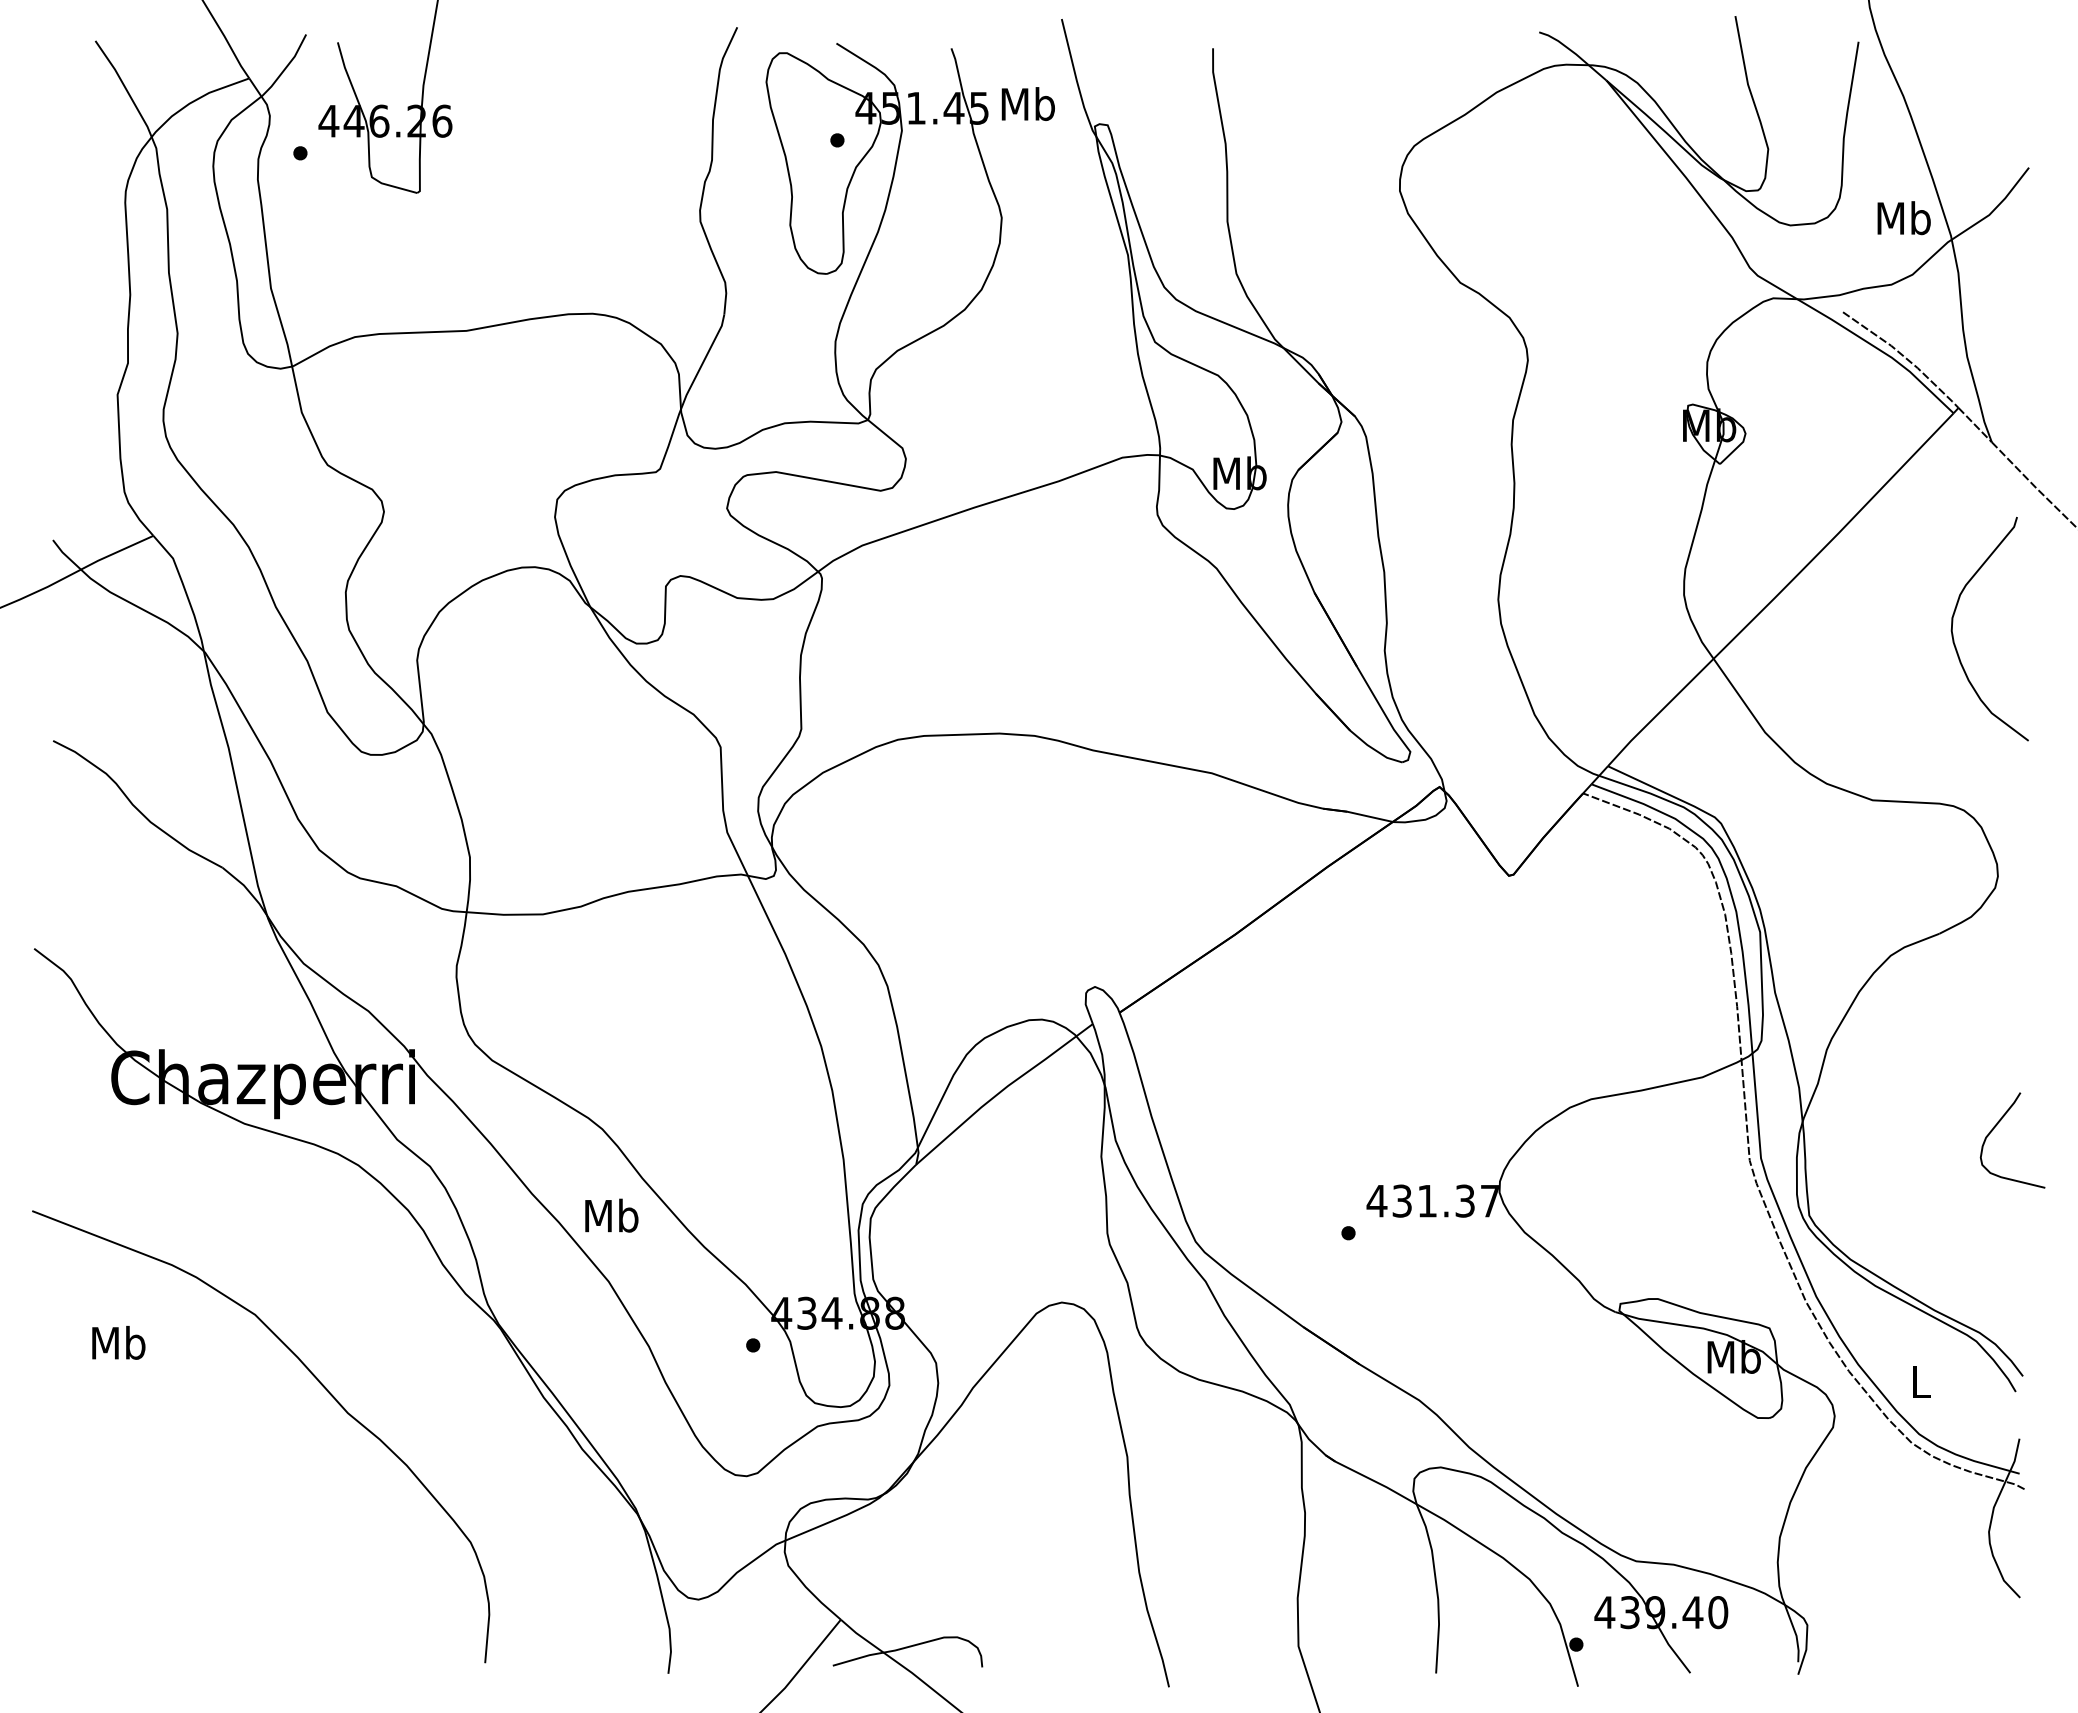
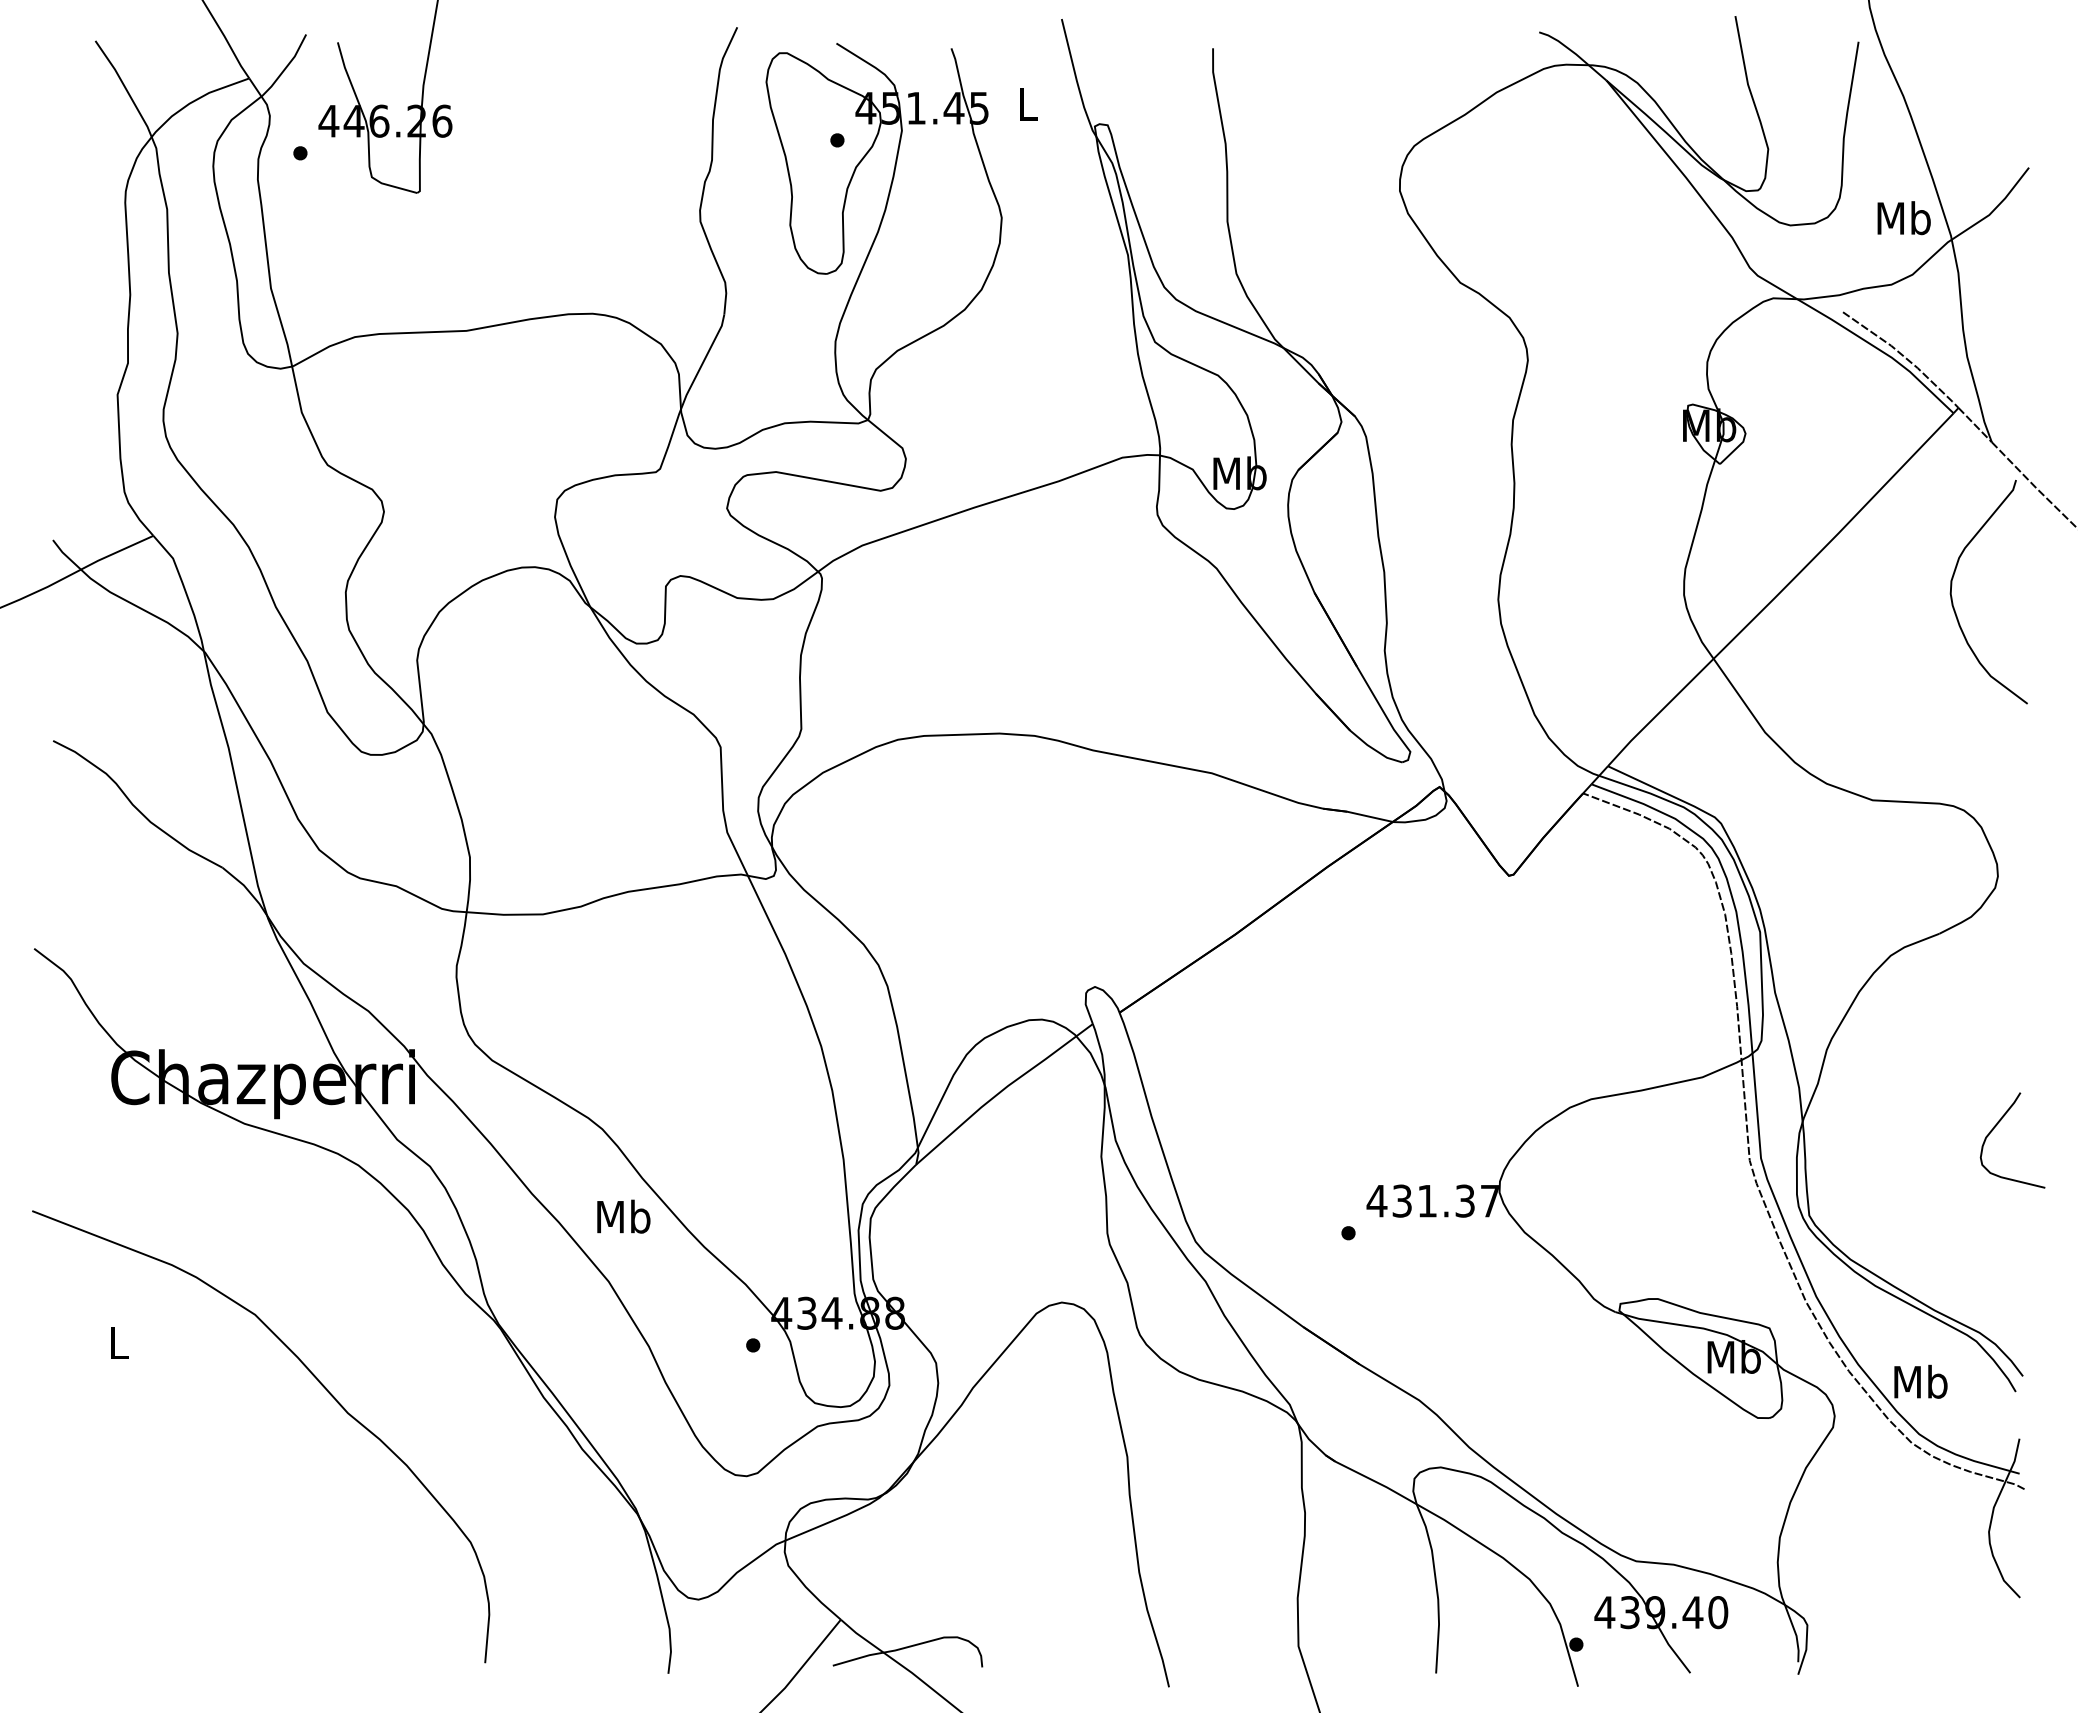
text at (1027, 104): Mb -> L
curve at (1953, 633) position: (1953, 633) -> (1952, 596)
text at (611, 1215) position: (611, 1215) -> (623, 1216)
text at (118, 1342): Mb -> L
text at (1920, 1381): L -> Mb
